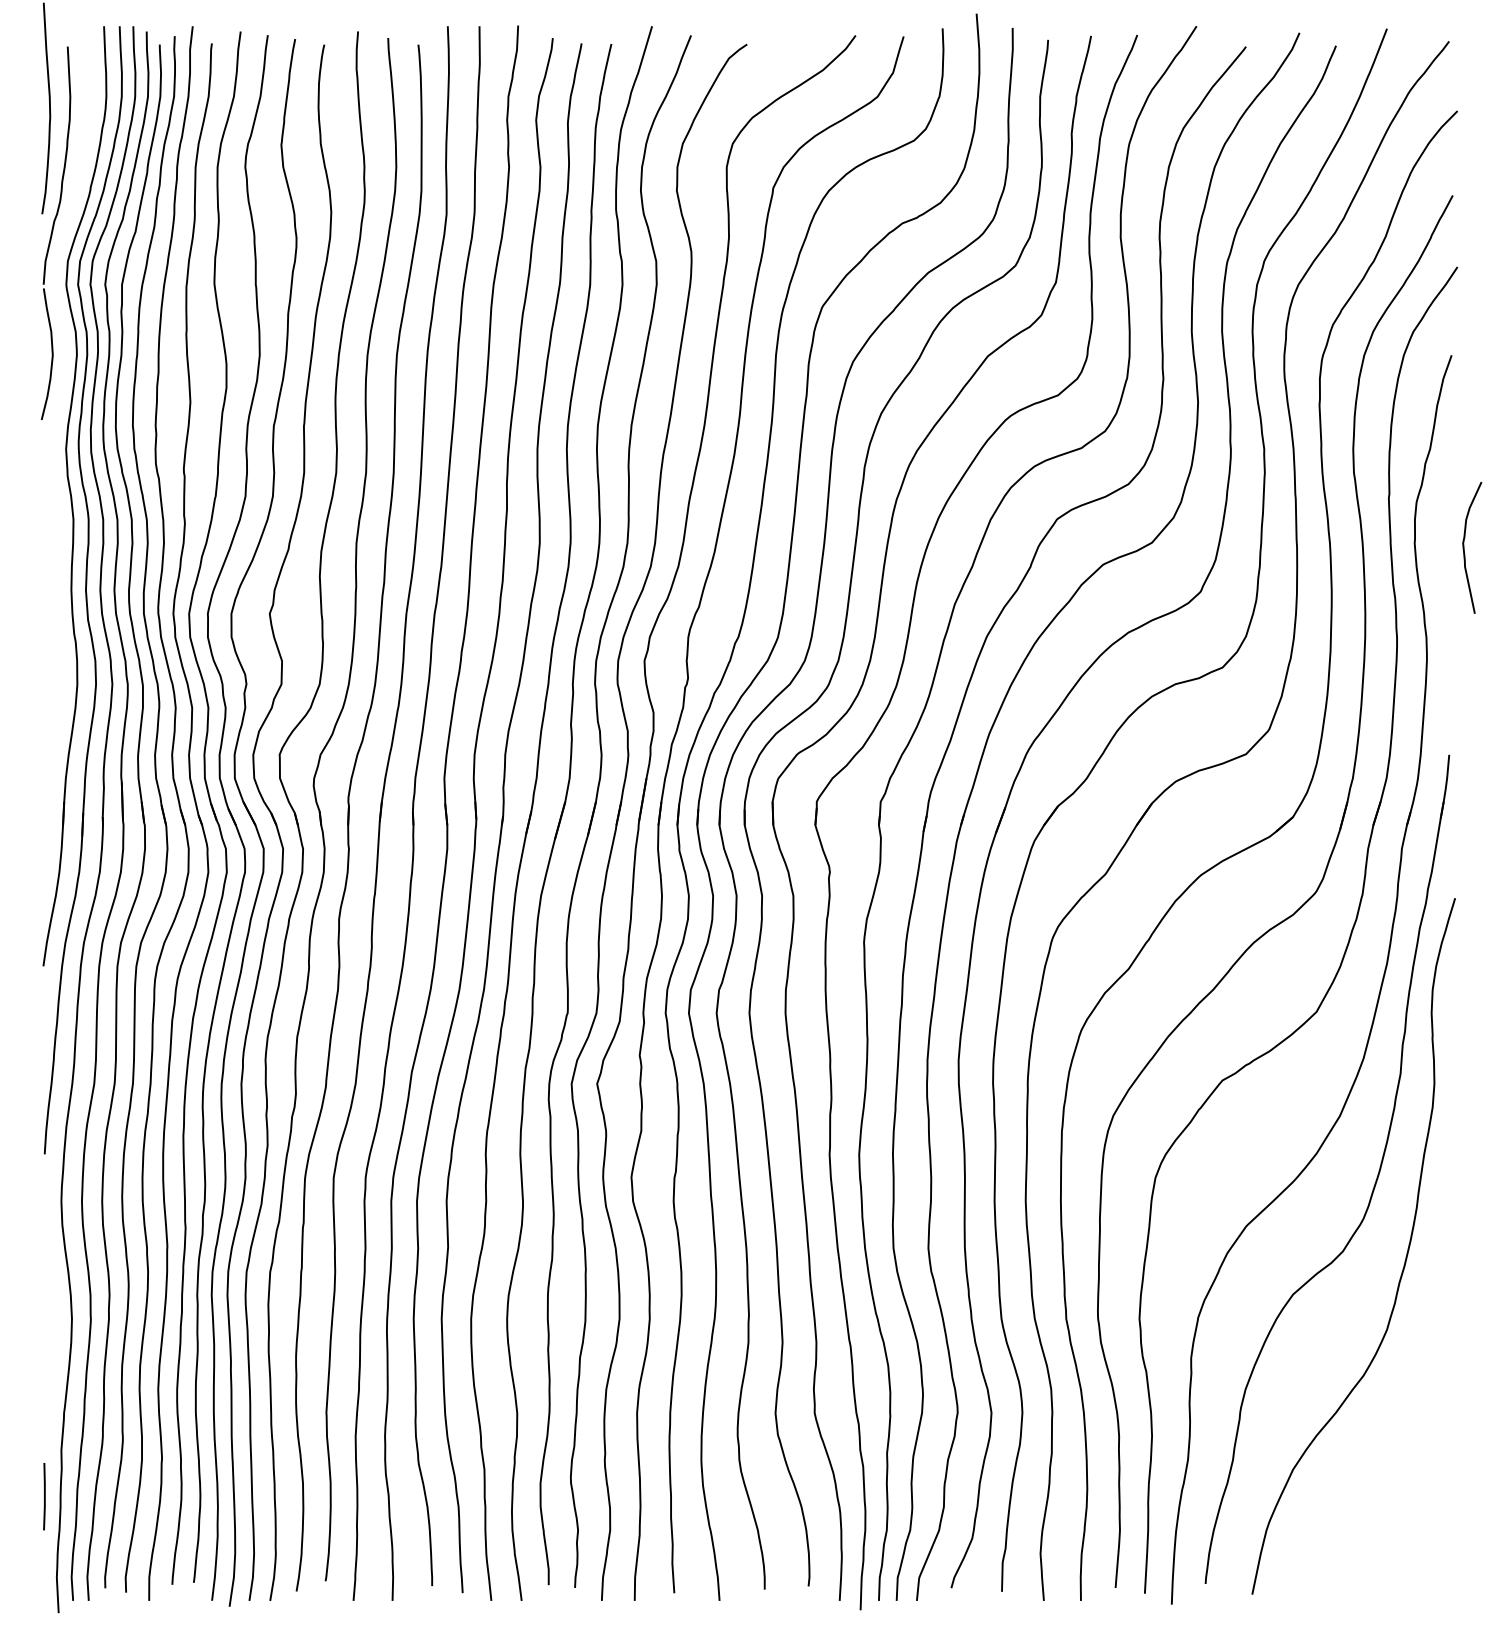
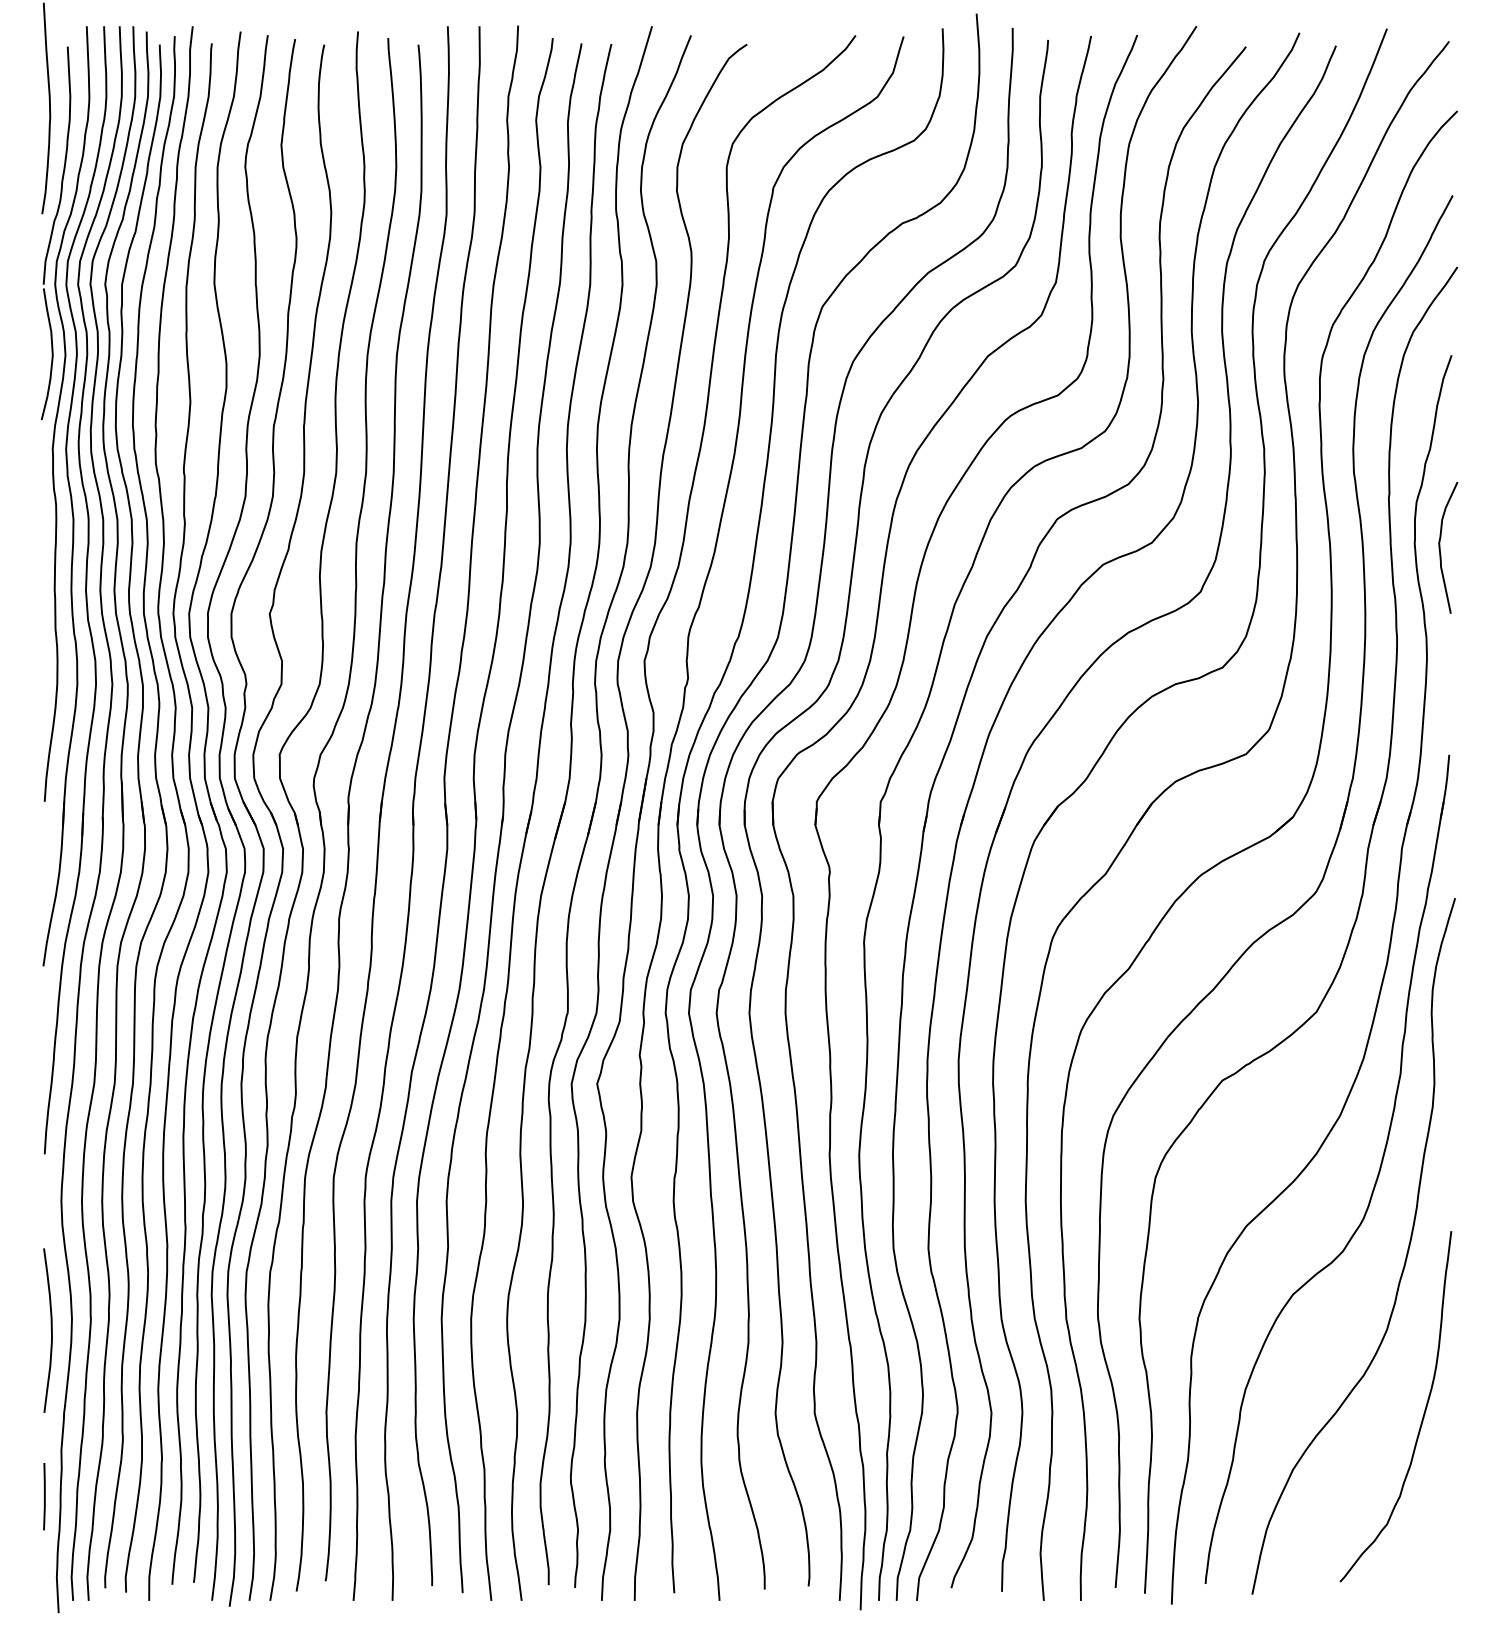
curve at (58, 413): none -> present
curve at (1464, 547) position: (1464, 547) -> (1440, 547)
curve at (51, 1330): none -> present
curve at (1422, 1416): none -> present
